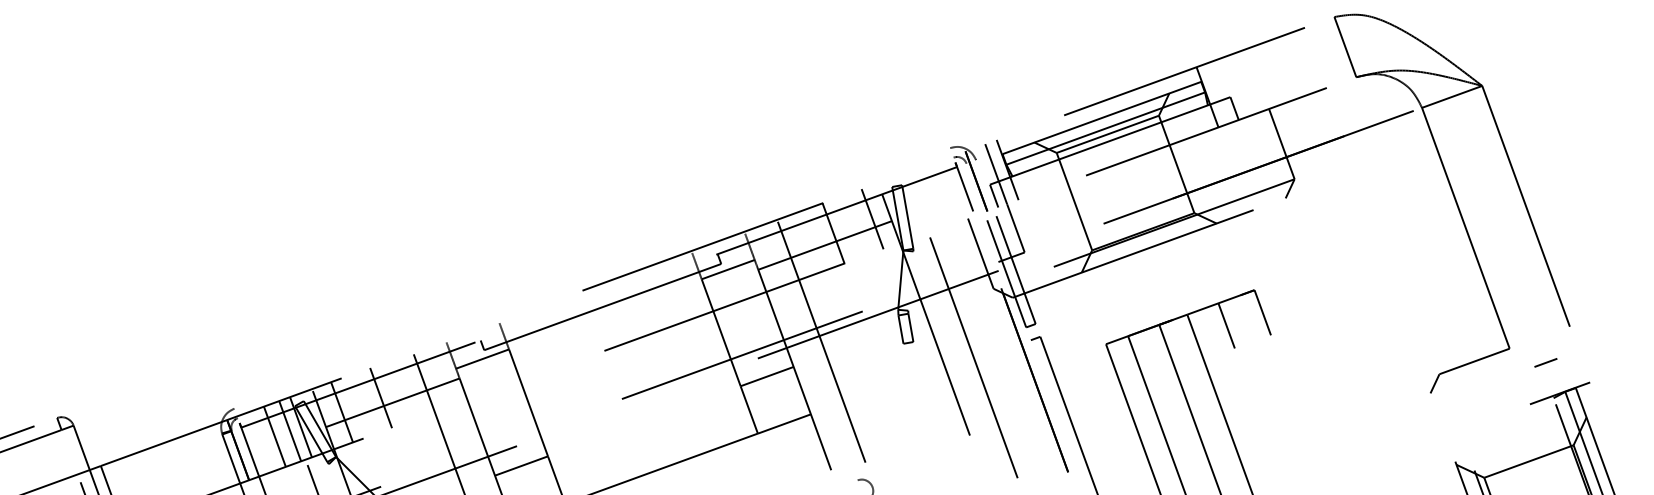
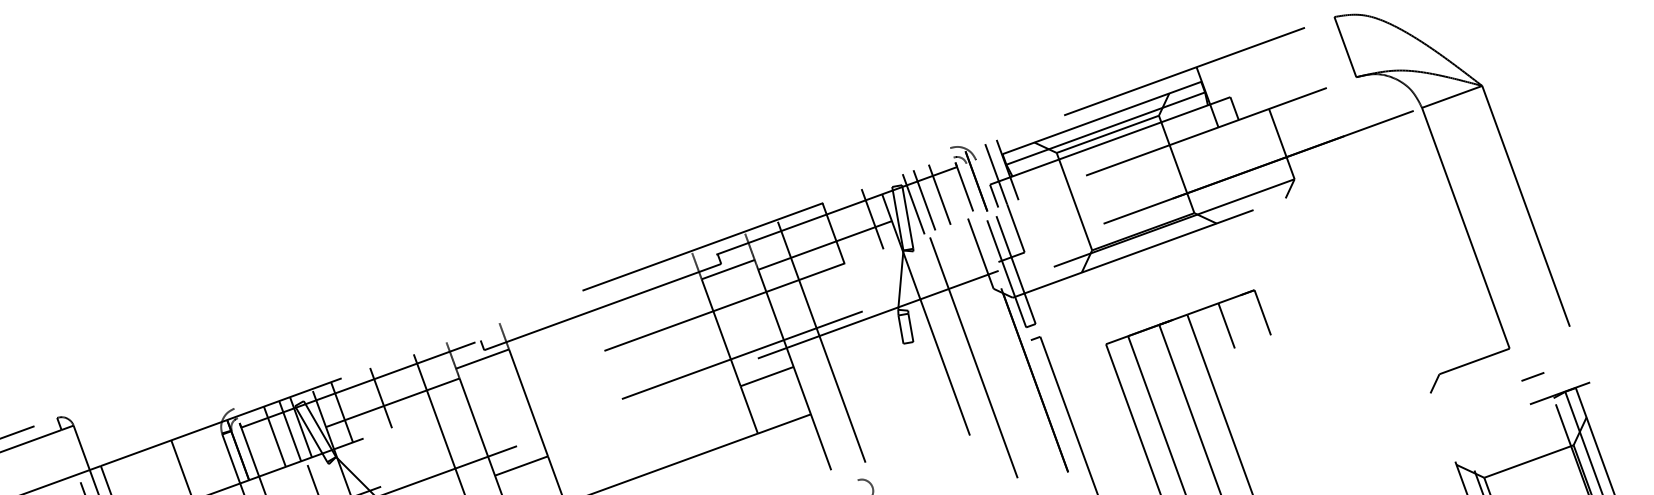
line at (939, 194): none -> present
line at (924, 200): none -> present
line at (913, 204): none -> present
line at (1545, 362) position: (1545, 362) -> (1532, 376)
line at (180, 465): none -> present
